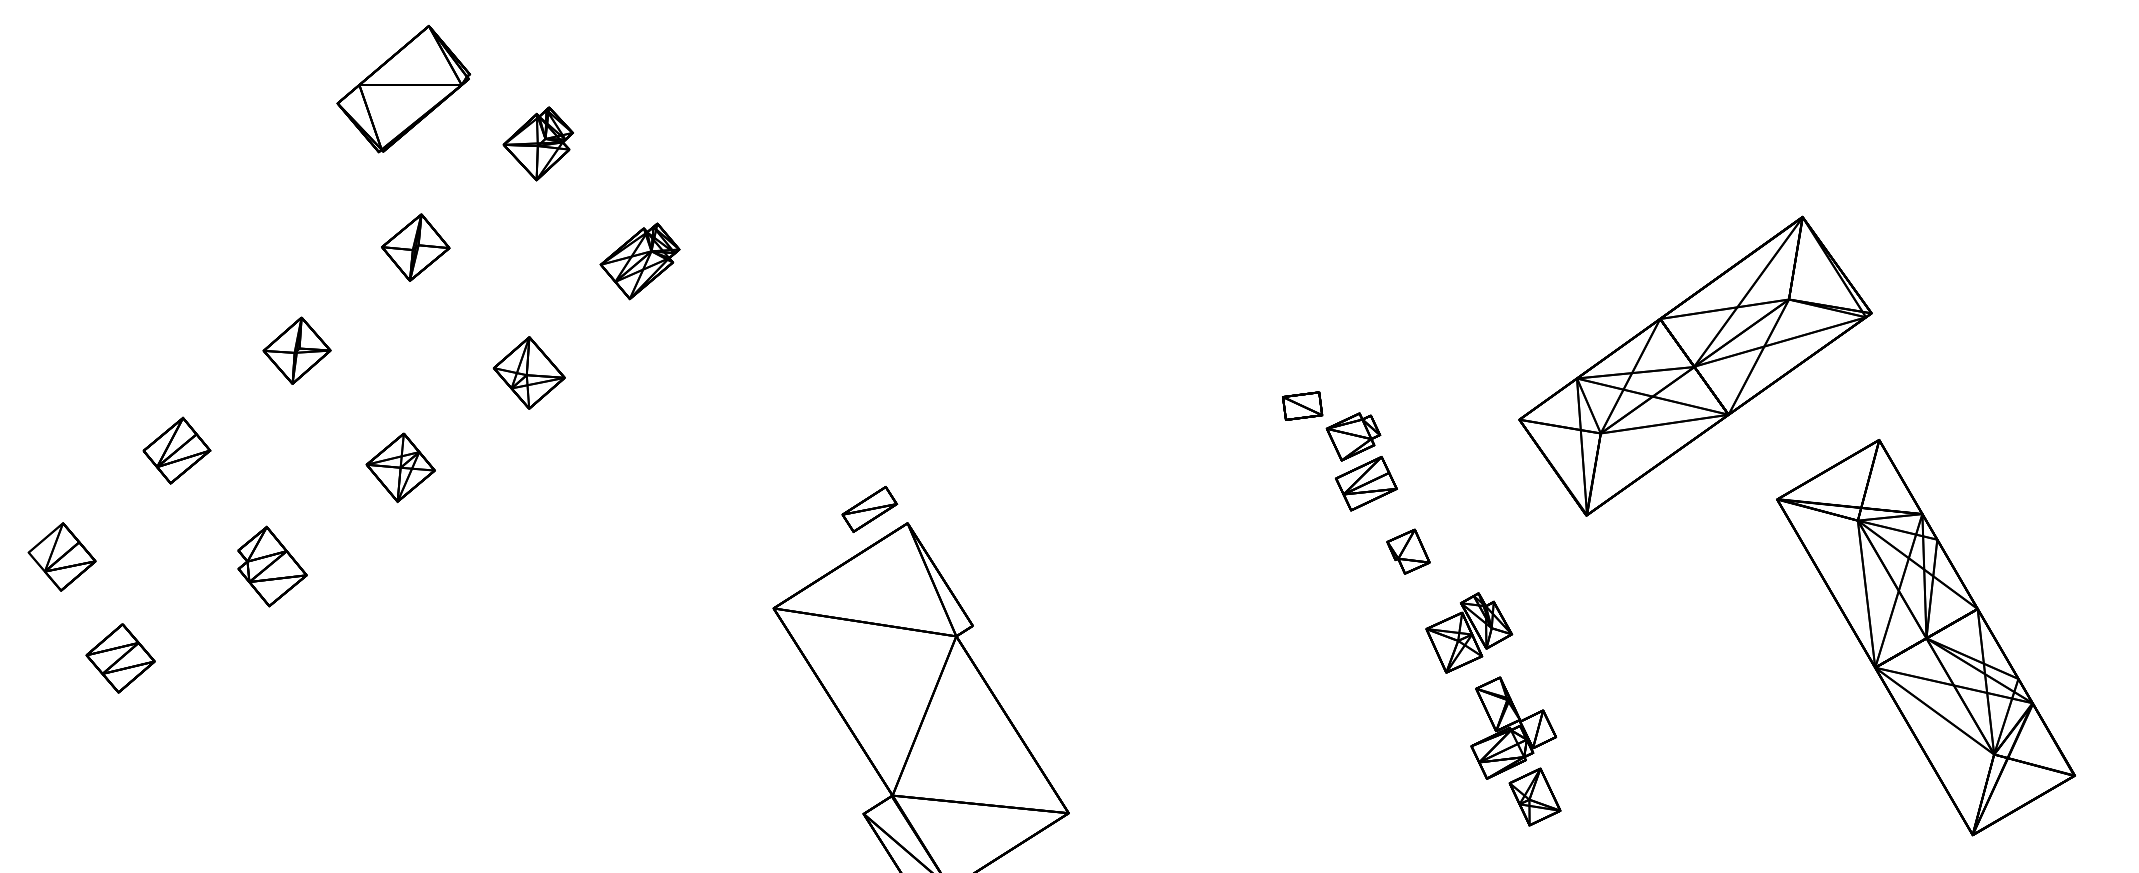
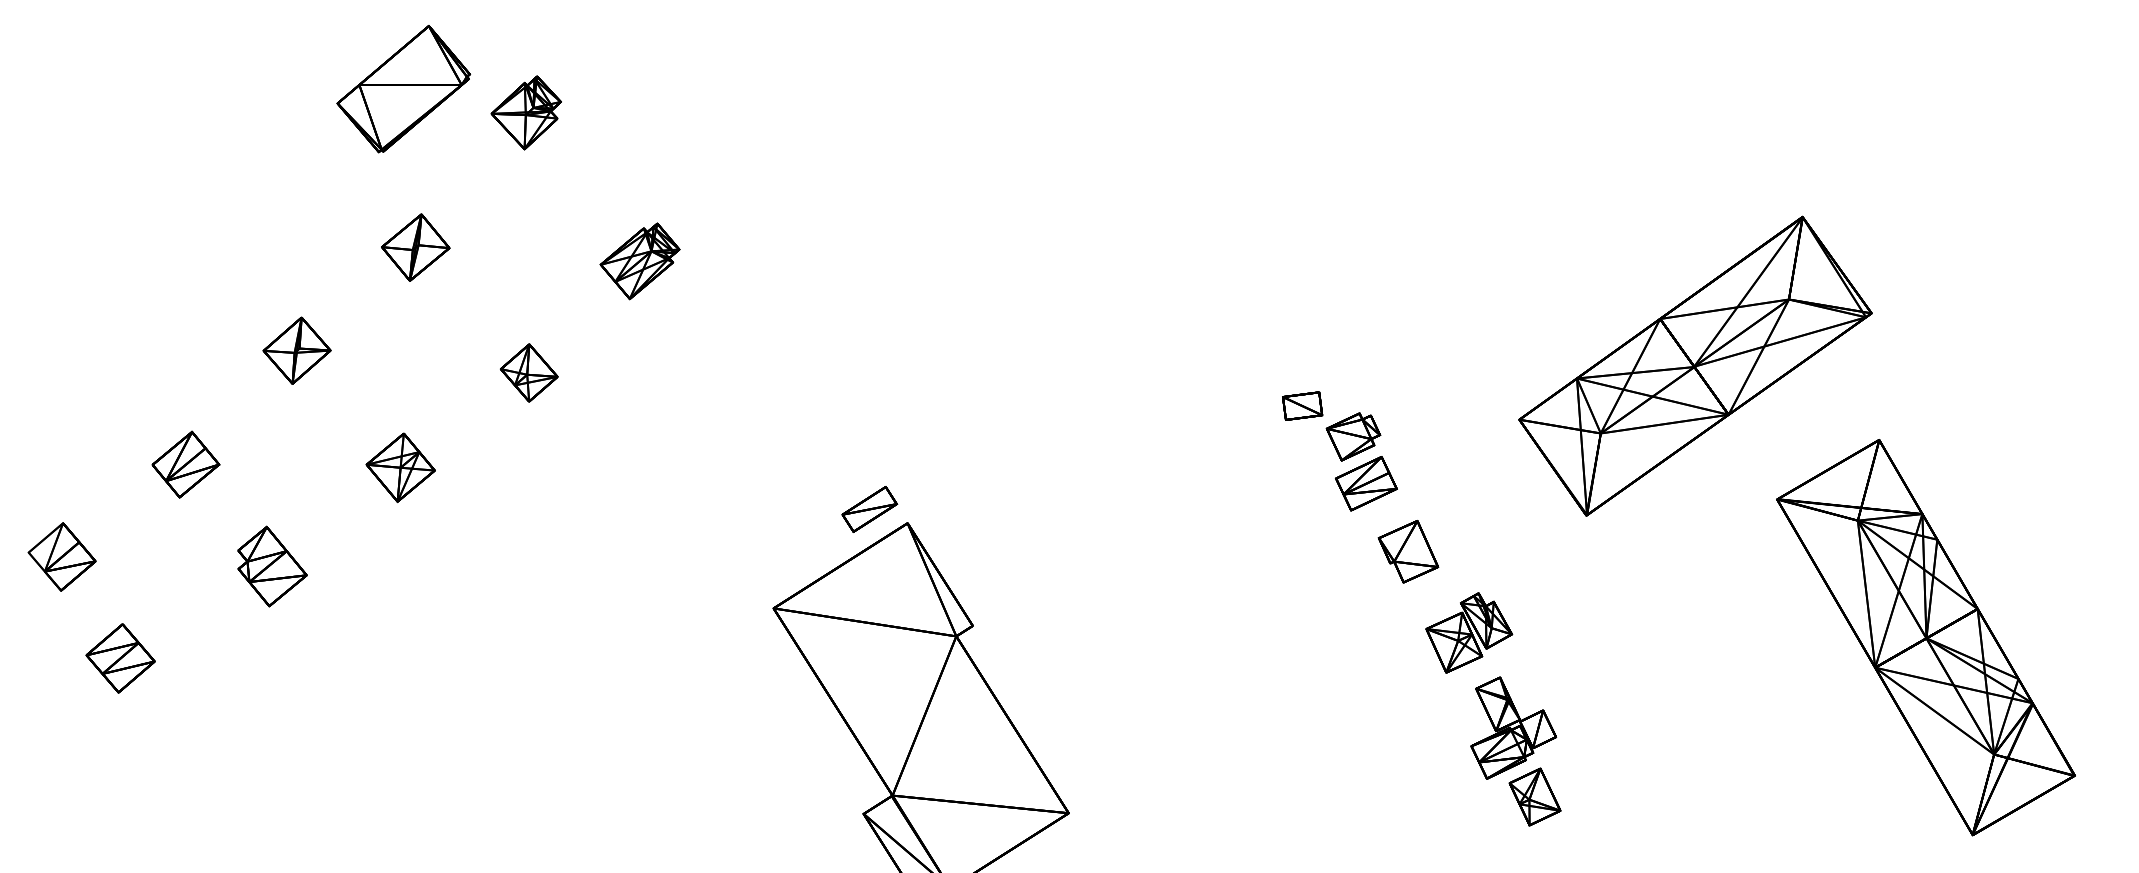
part at (537, 143) position: (537, 143) -> (525, 112)
part at (528, 372) size: 74x74 px -> 59x60 px
part at (176, 450) position: (176, 450) -> (185, 464)
part at (1408, 551) size: 45x47 px -> 63x64 px
